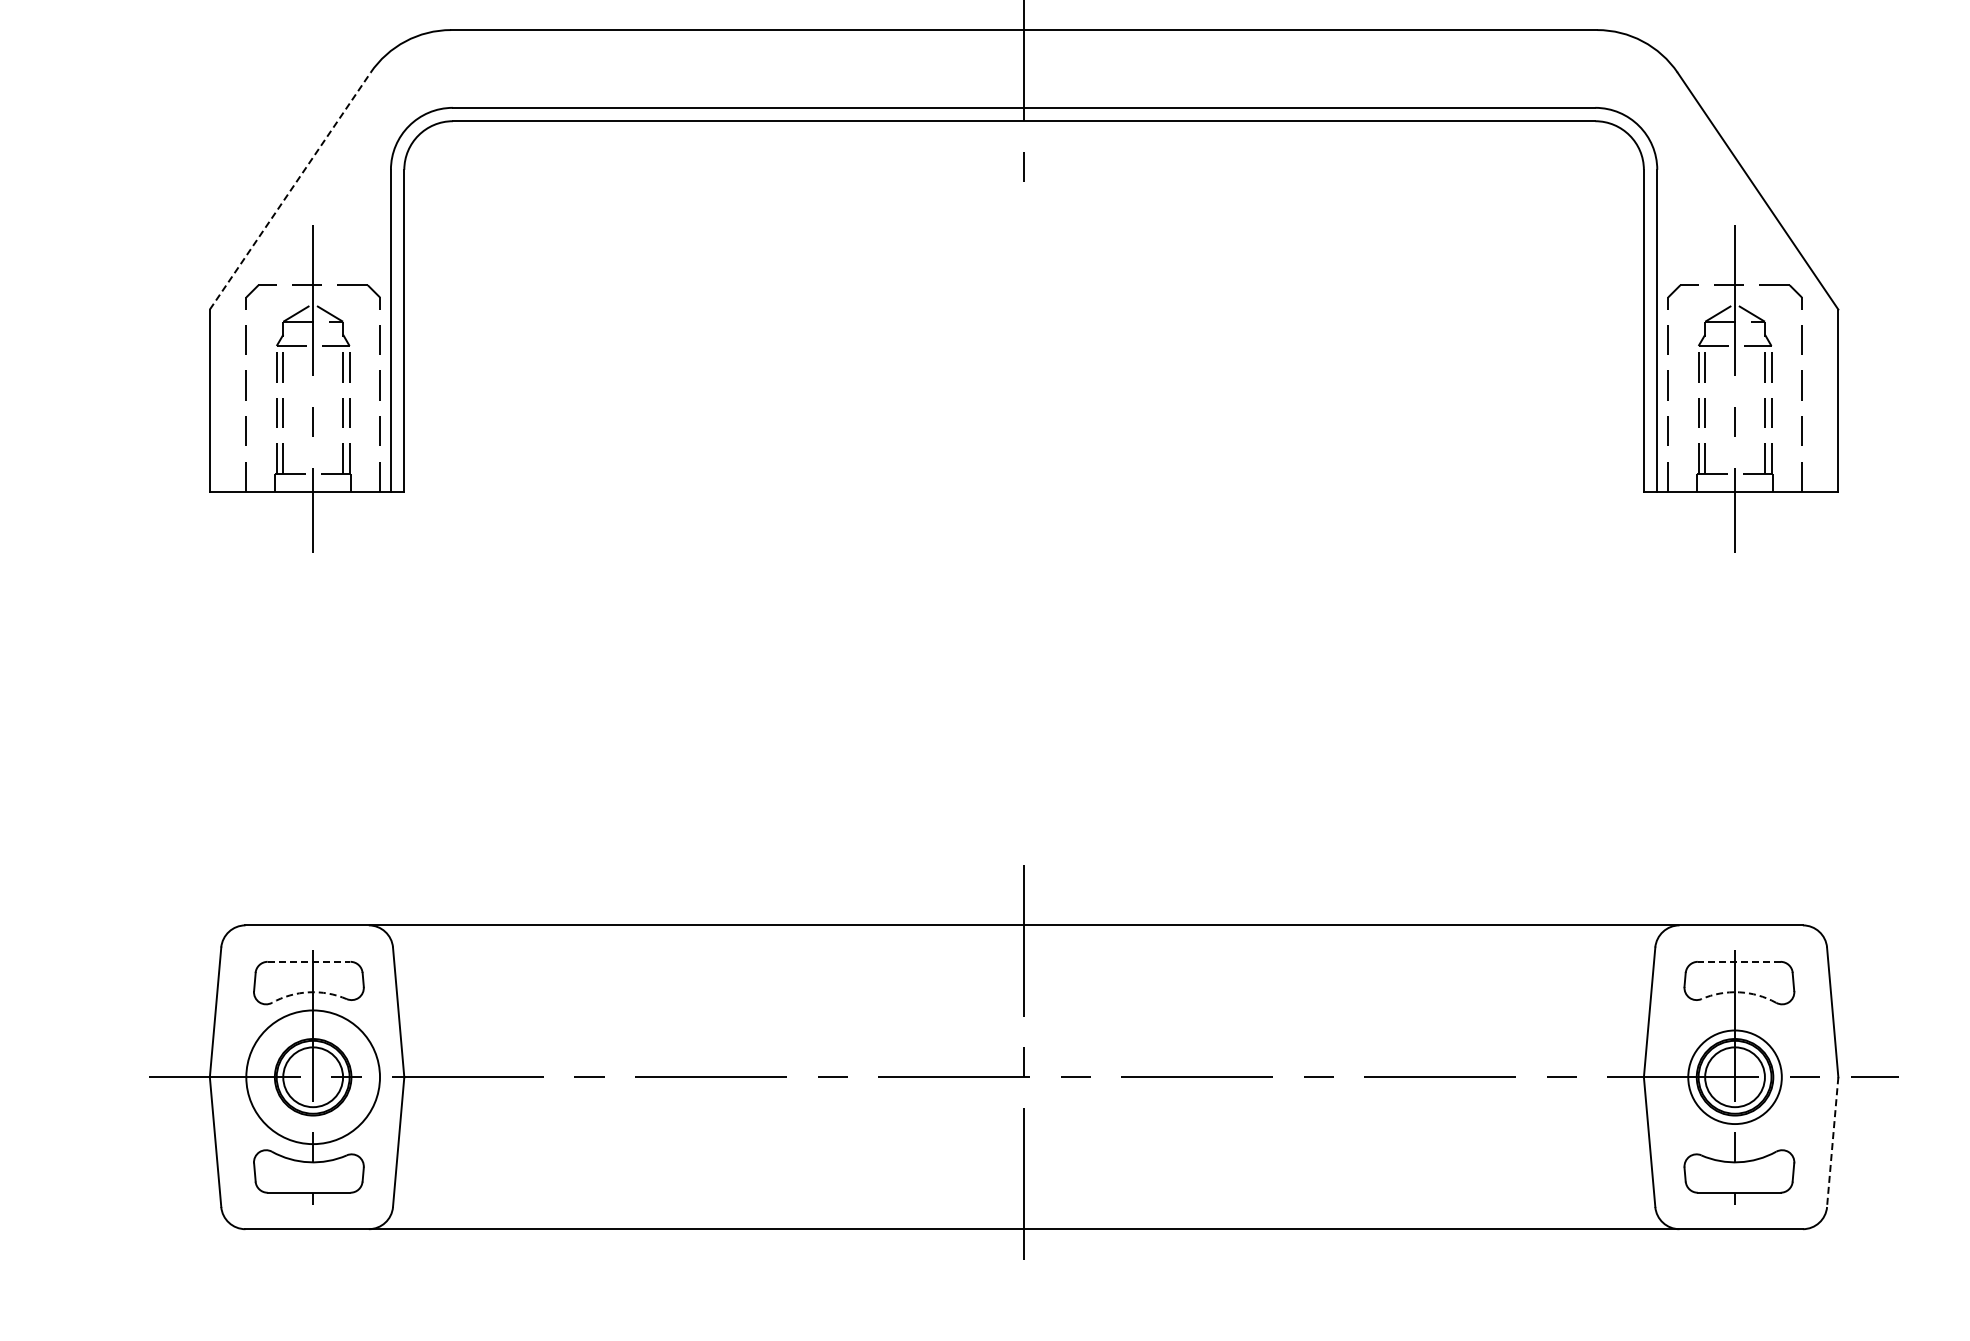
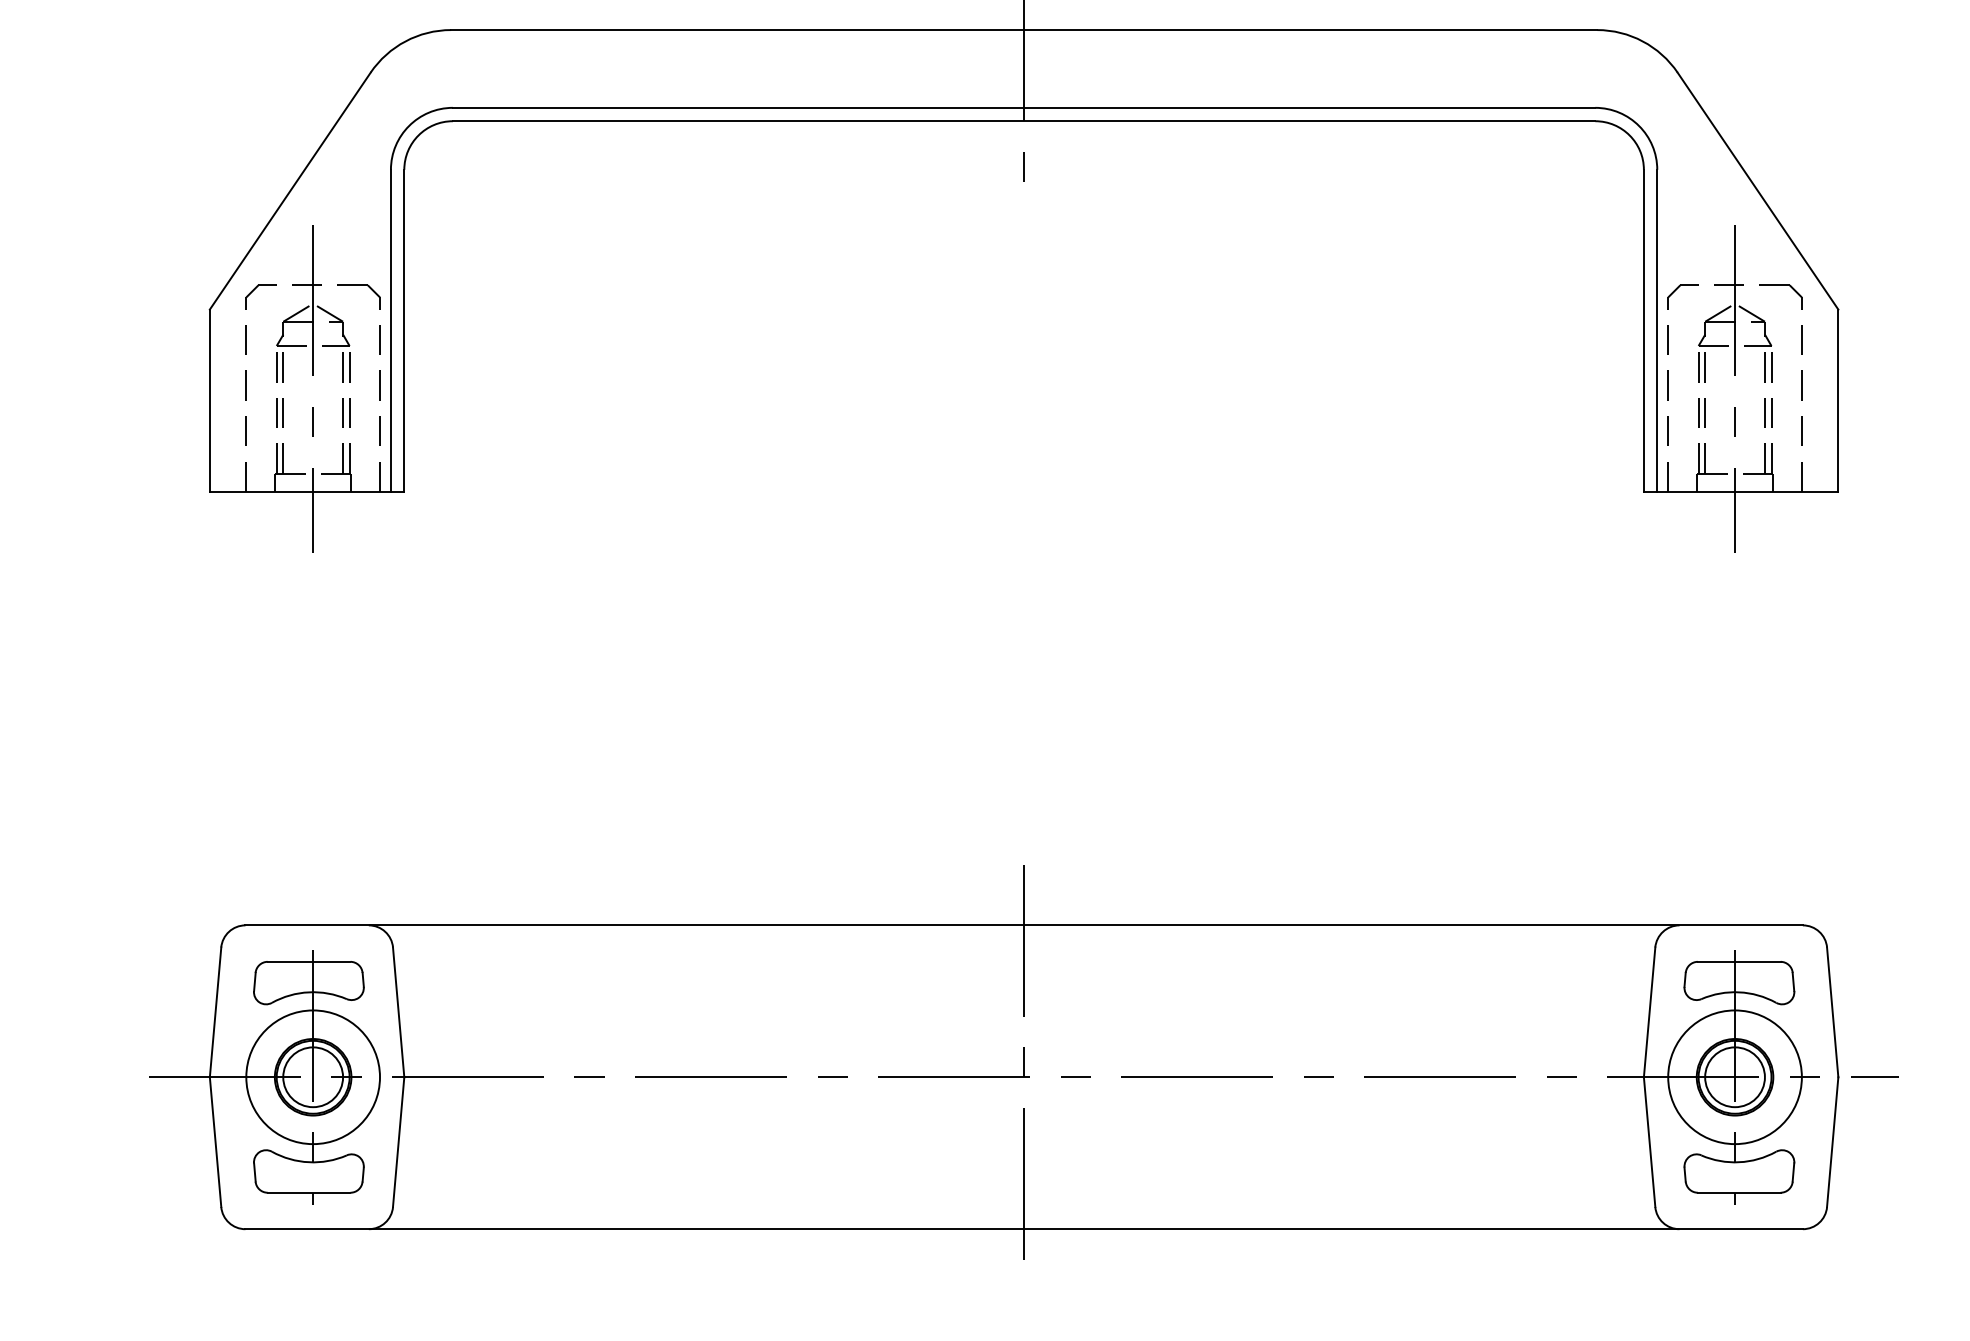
line at (290, 190): dashed -> solid
line at (309, 961): dashed -> solid
line at (1738, 961): dashed -> solid
arc at (308, 992): dashed -> solid
arc at (1739, 992): dashed -> solid
circle at (1734, 1077) diameter: 94 px -> 134 px
line at (1832, 1142): dashed -> solid
